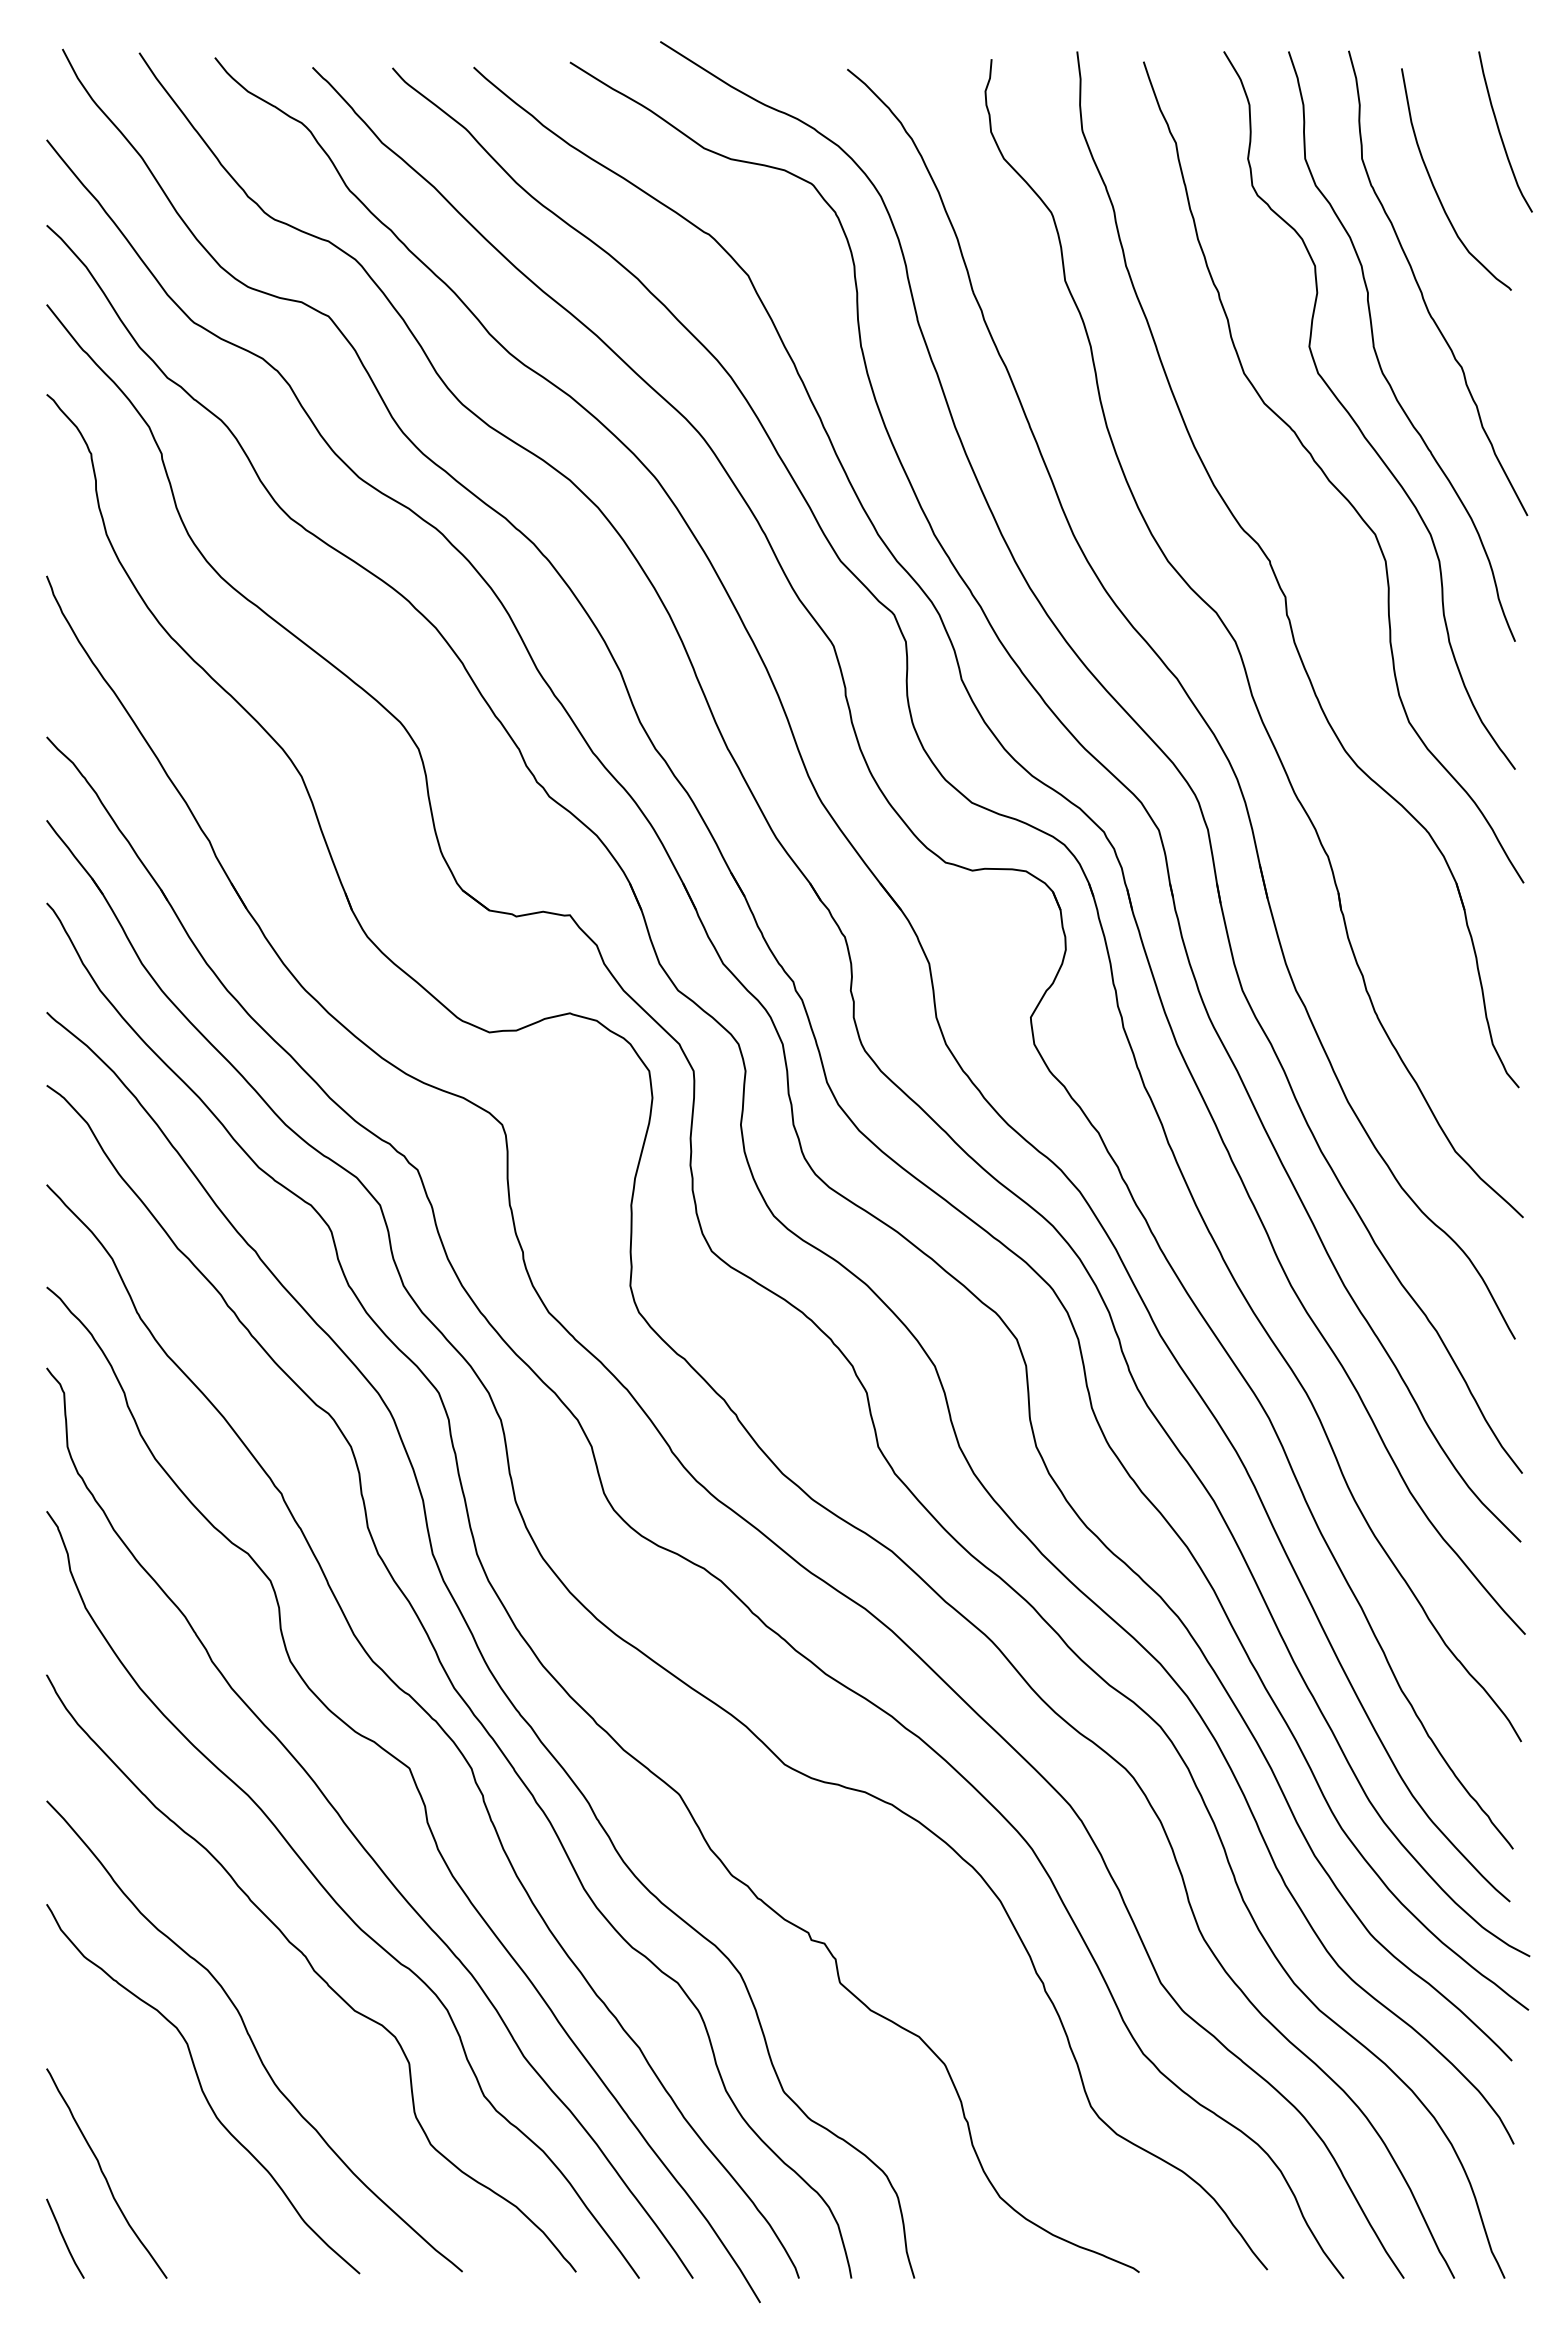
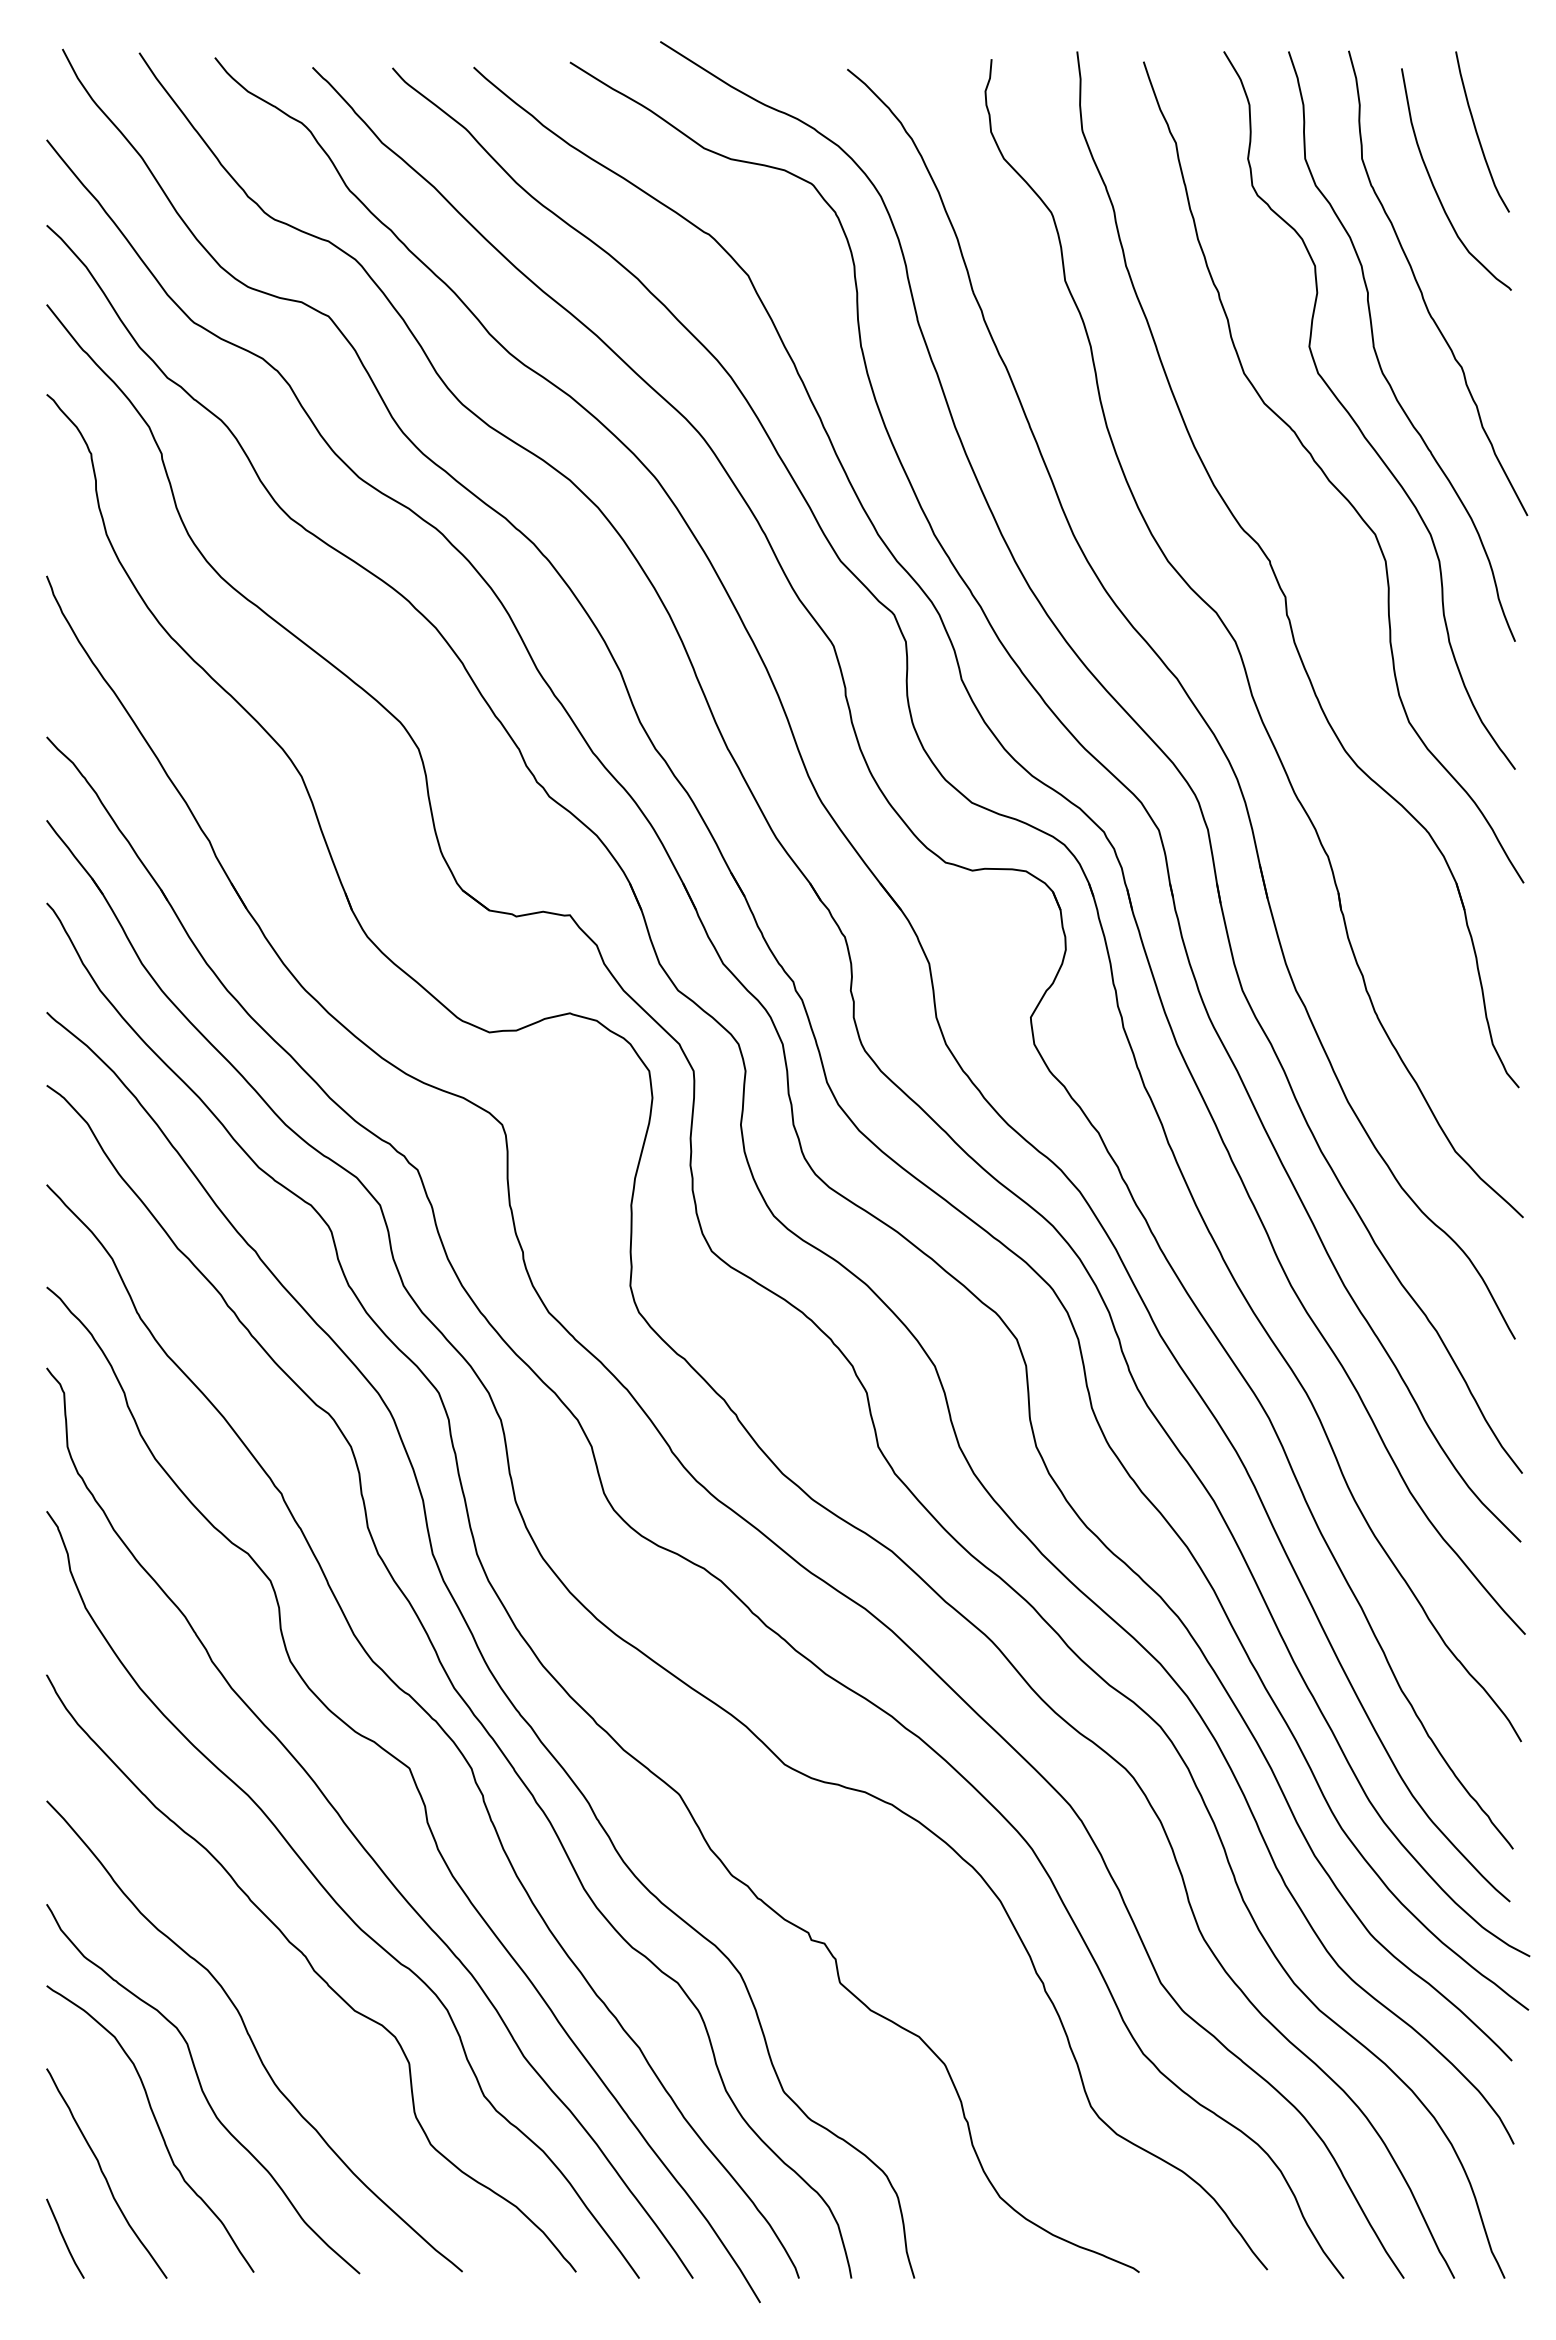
curve at (1500, 131) position: (1500, 131) -> (1477, 131)
curve at (157, 2127): none -> present
